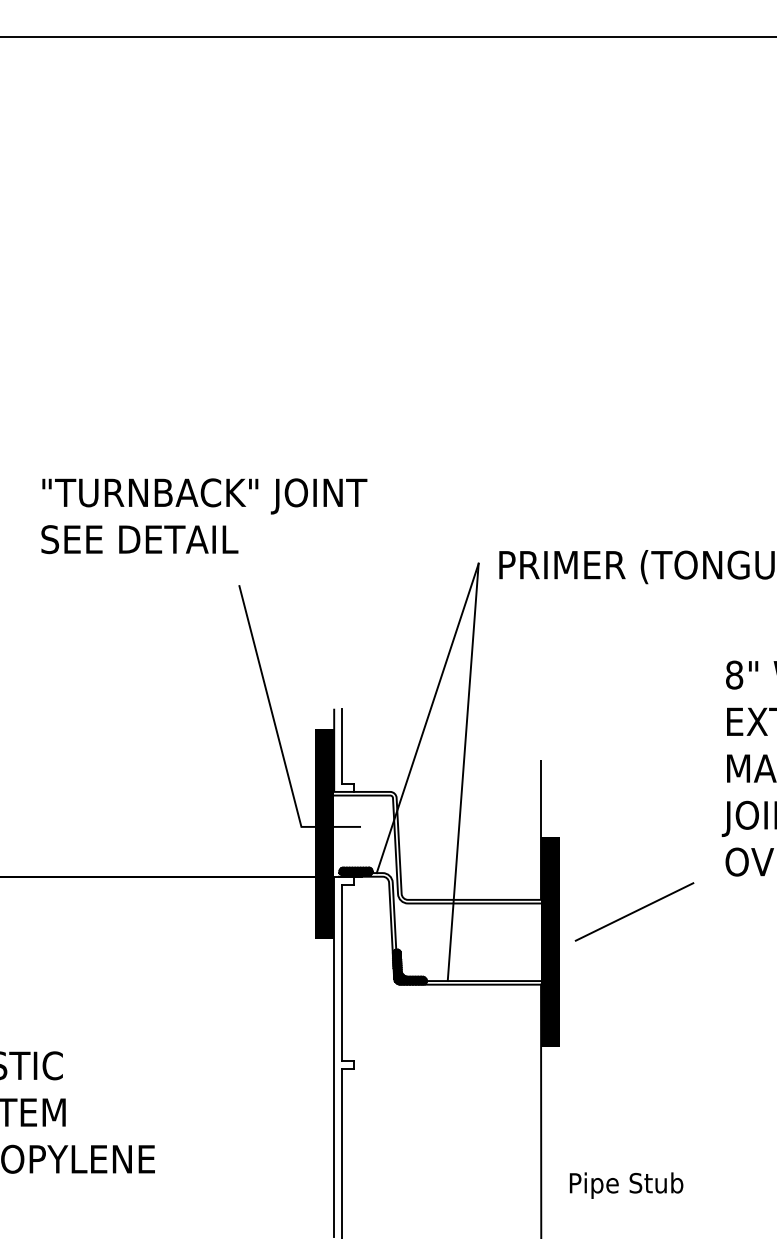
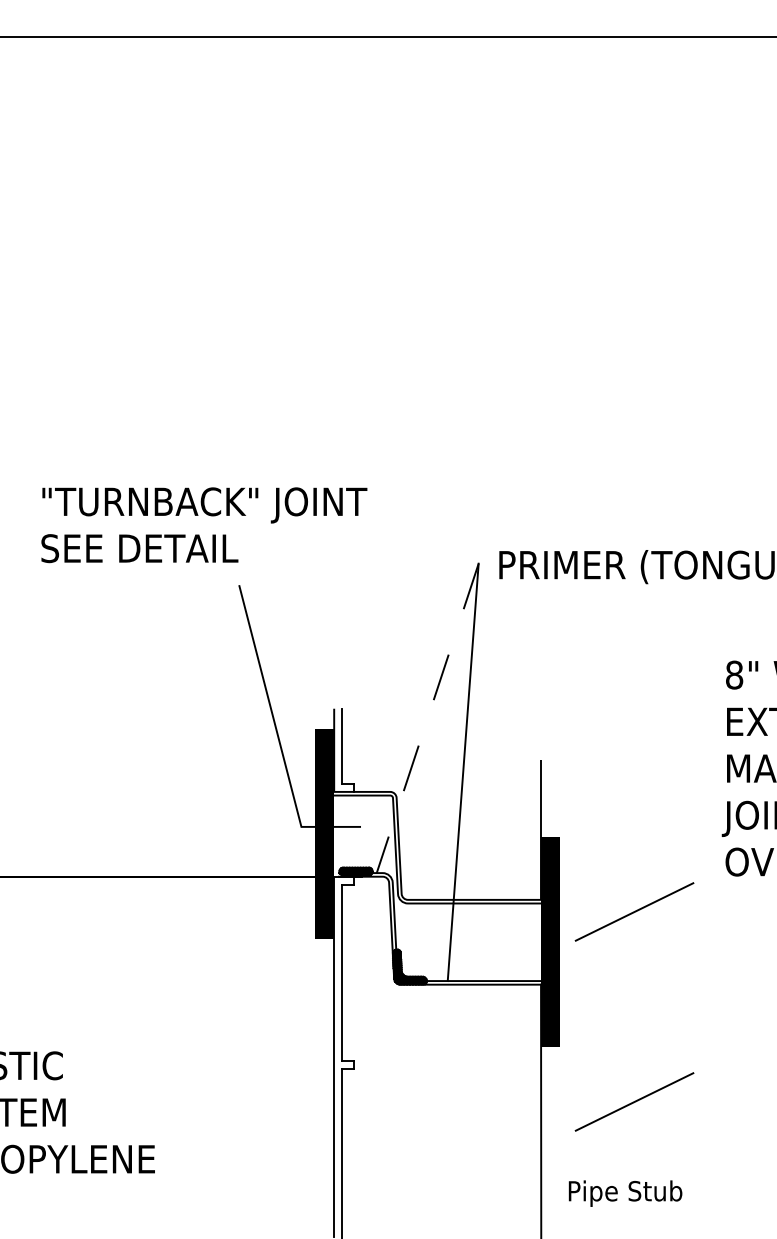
text at (204, 516) position: (204, 516) -> (204, 525)
line at (427, 718): solid -> dashed
line at (634, 1101): none -> present
text at (626, 1185) position: (626, 1185) -> (625, 1193)
